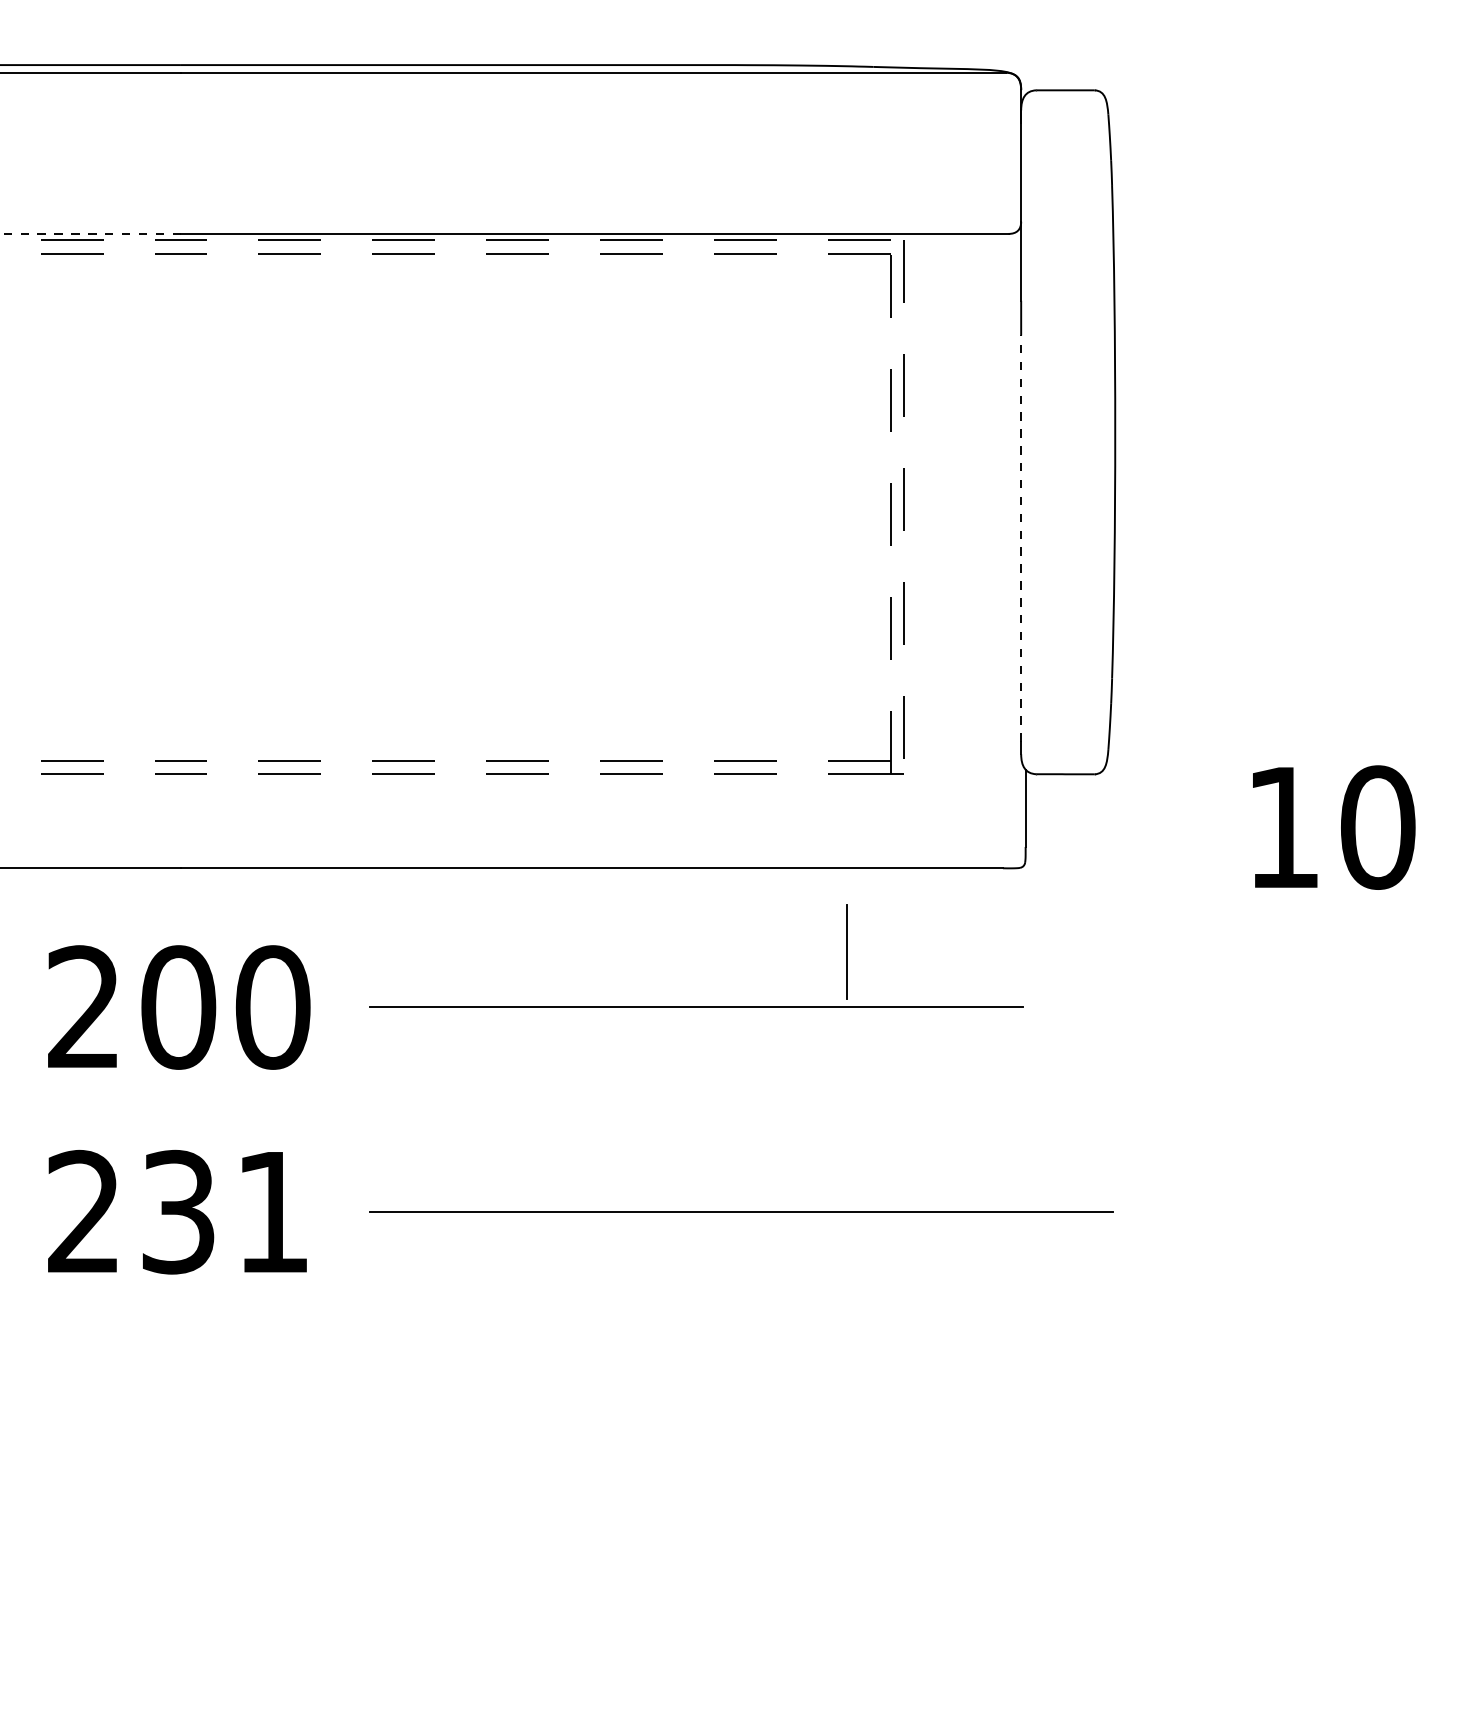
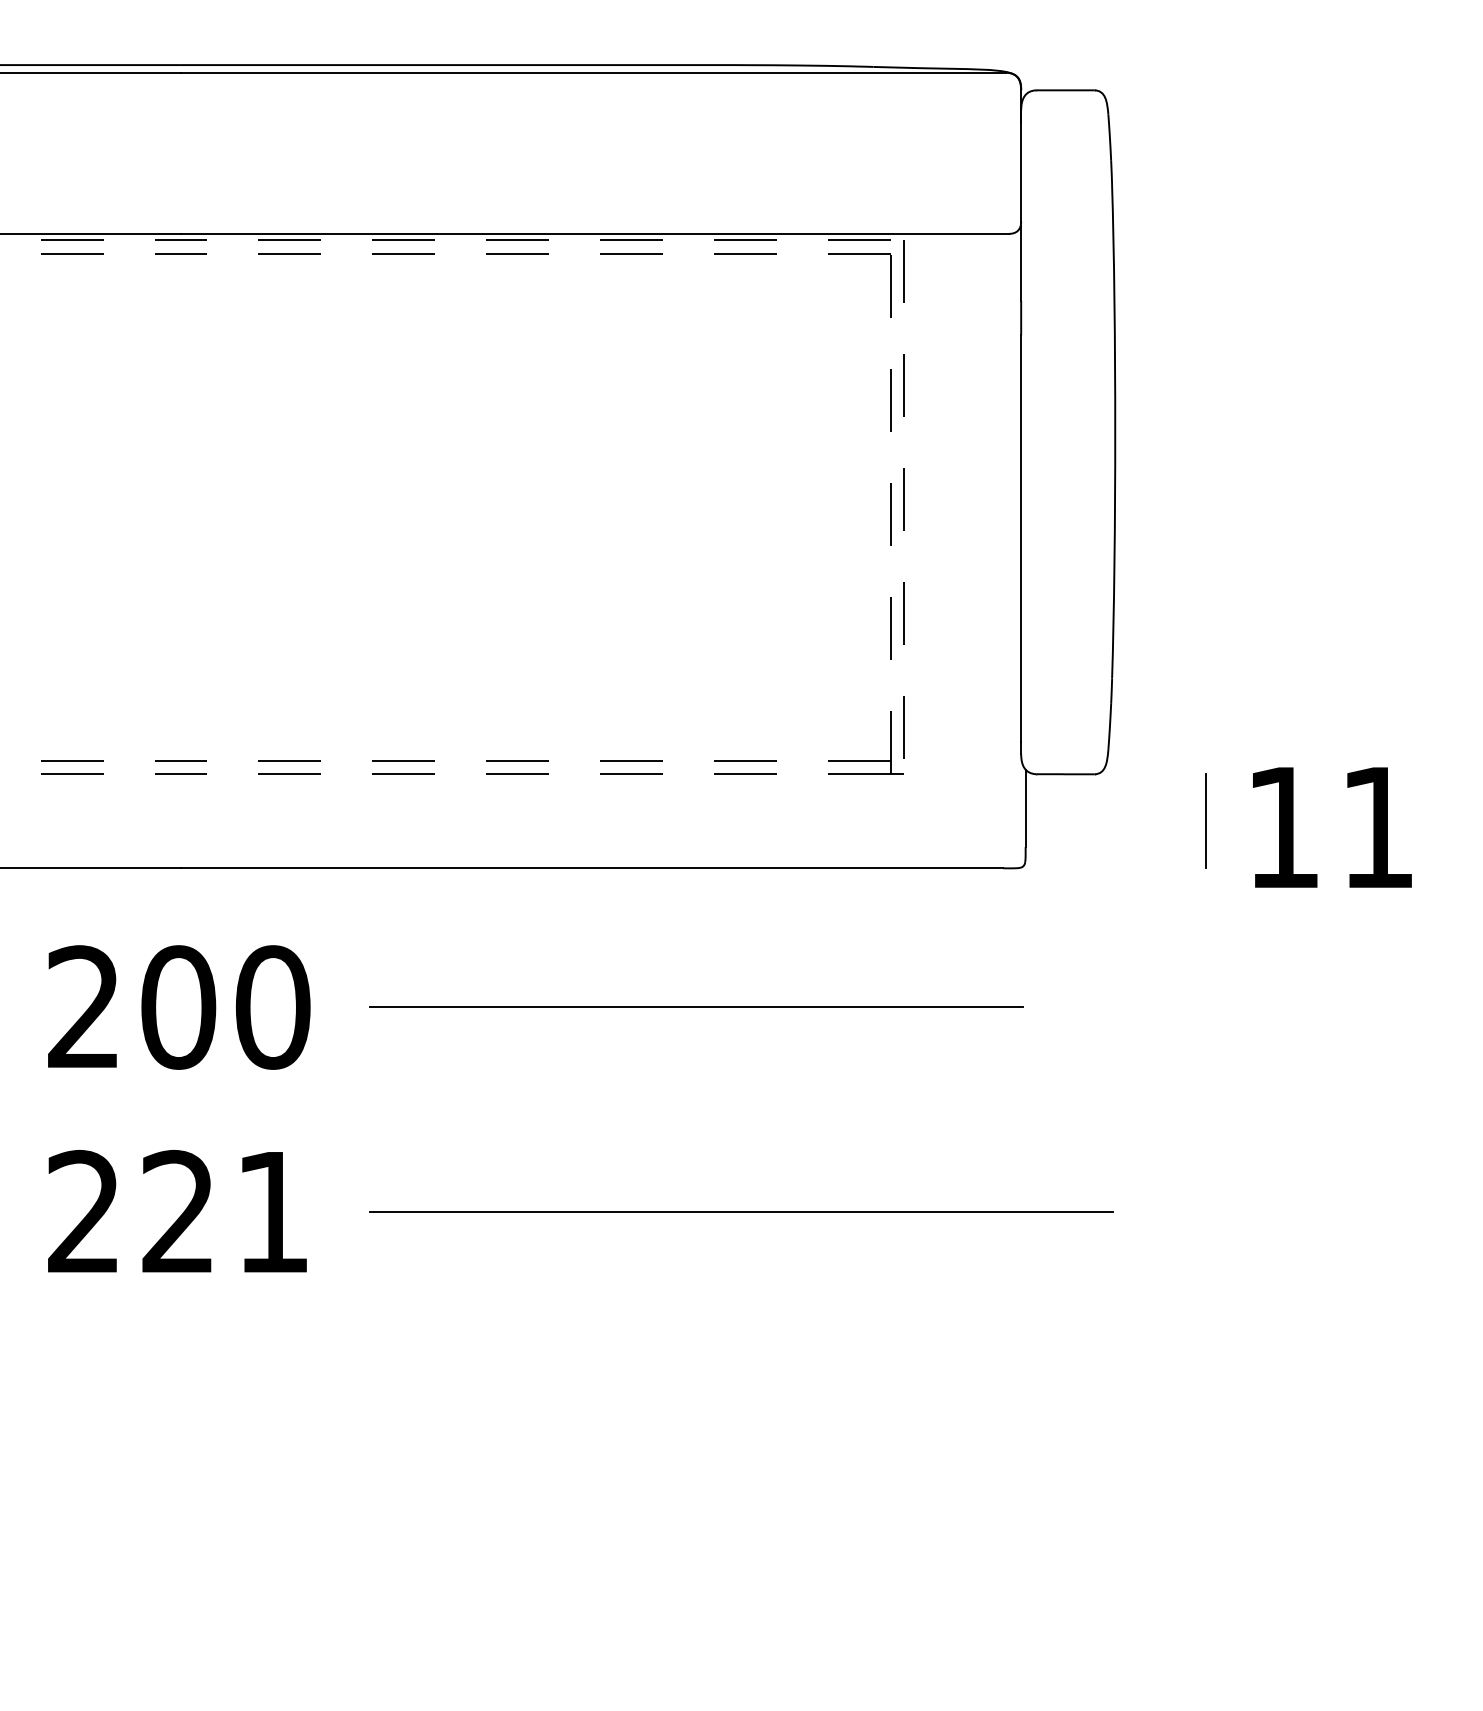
line at (90, 233): dashed -> solid
line at (1021, 538): dashed -> solid
text at (1378, 827): 10 -> 11
line at (846, 951) position: (846, 951) -> (1205, 820)
text at (178, 1212): 231 -> 221
